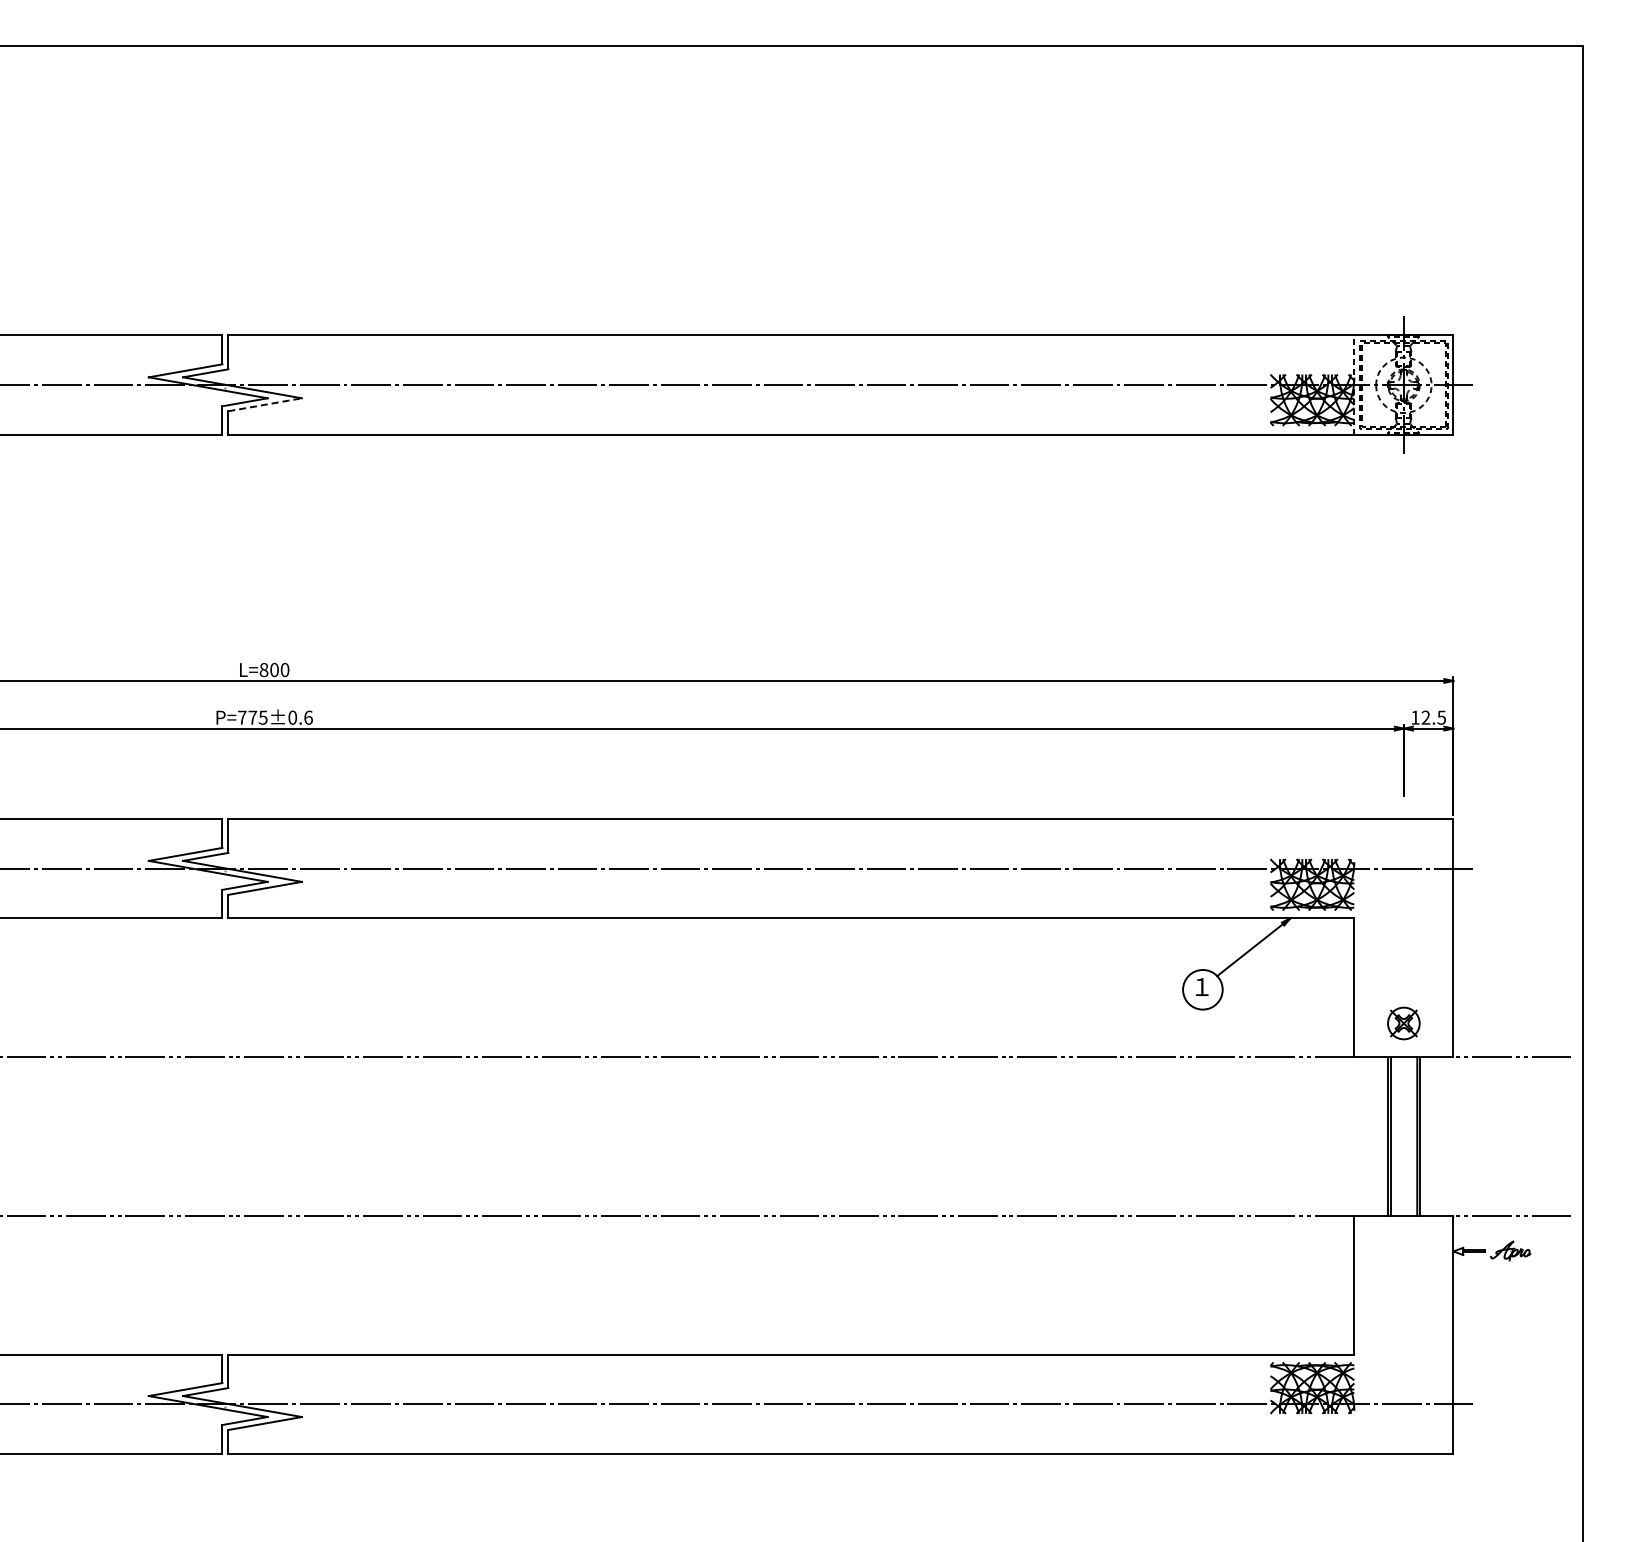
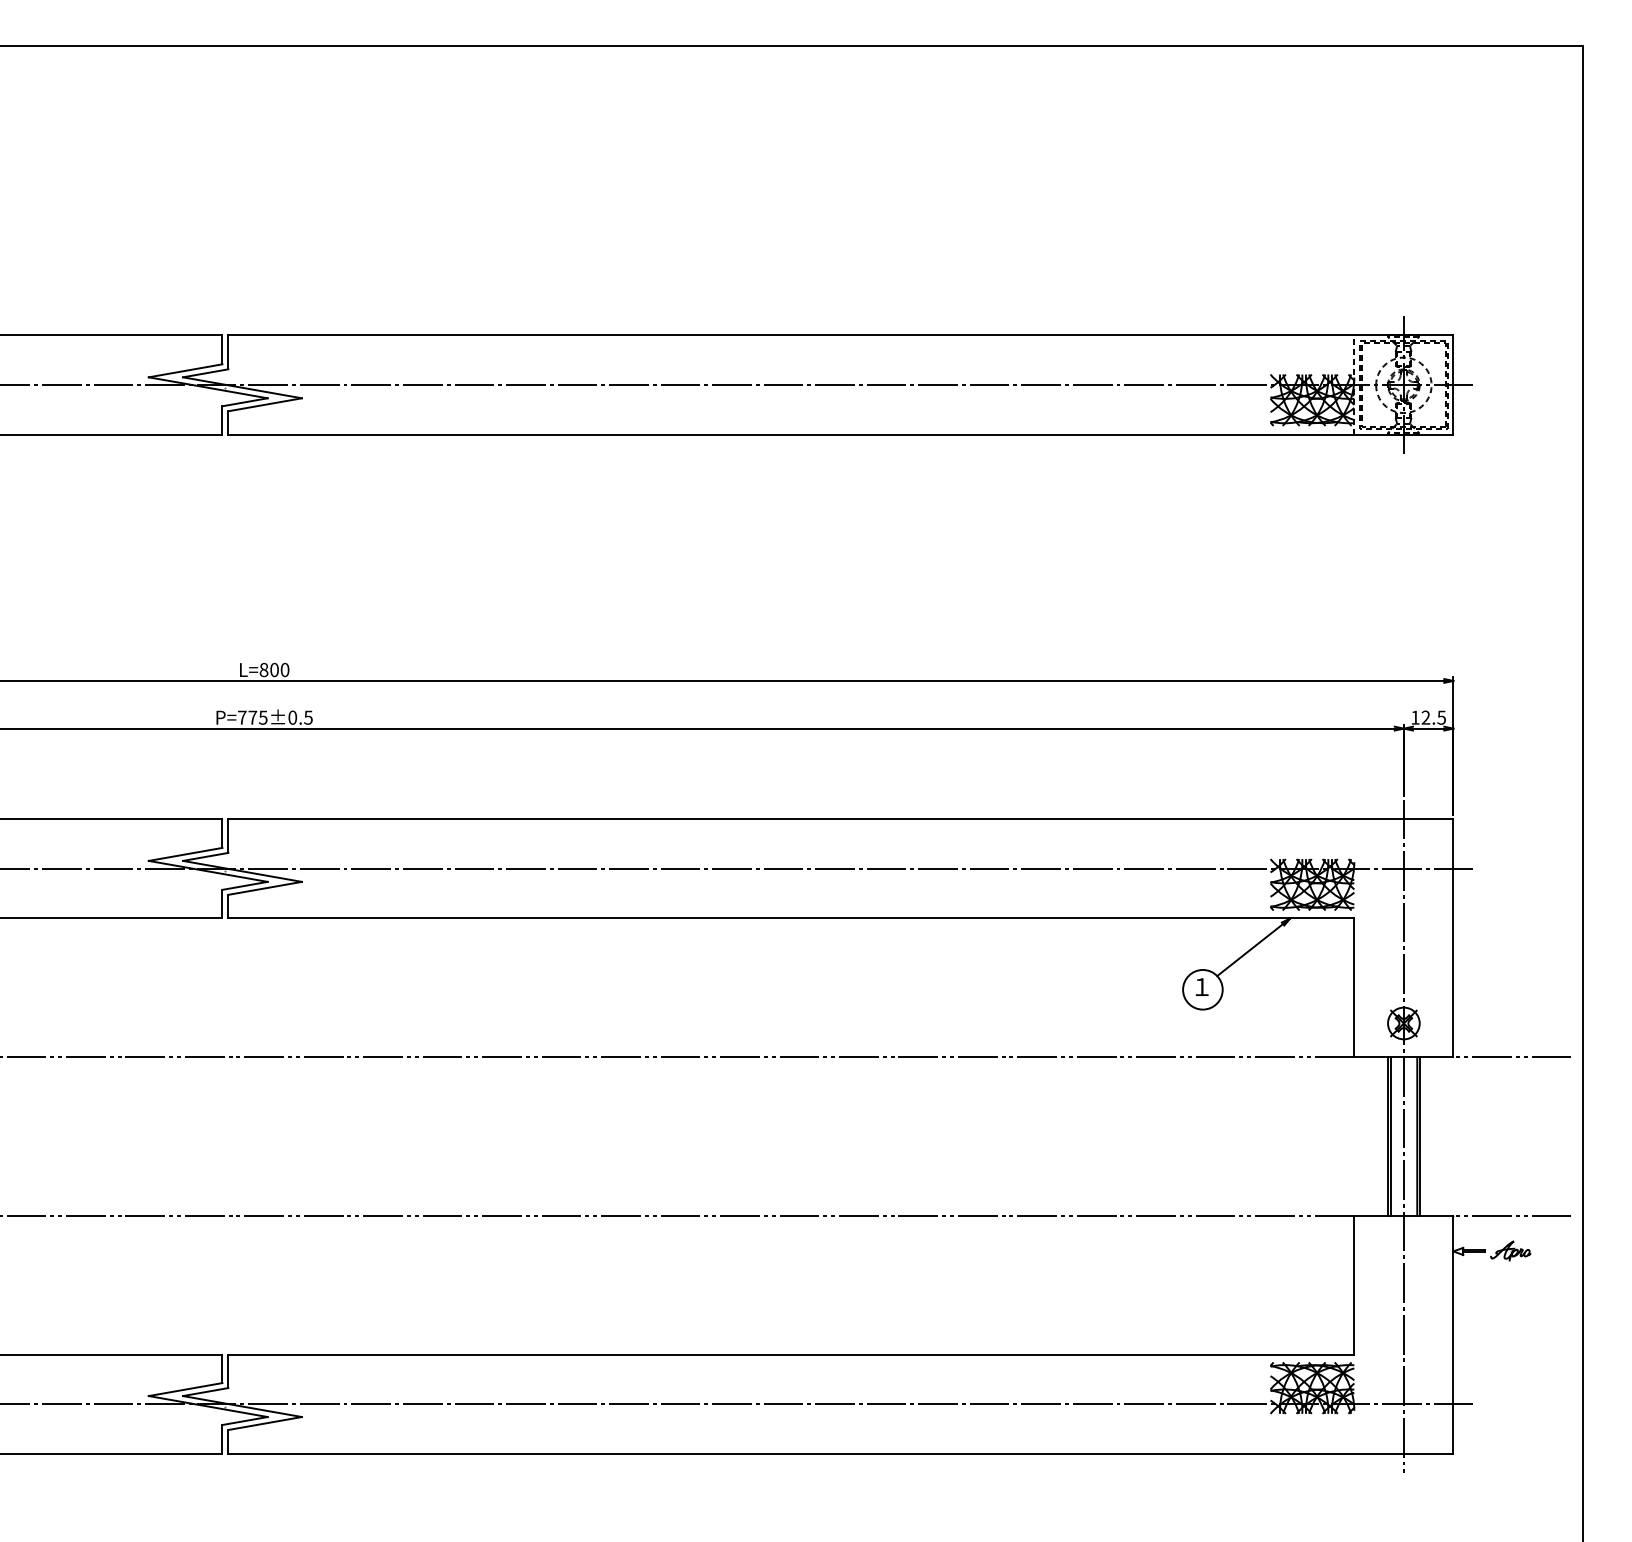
line at (265, 404): dashed -> solid
text at (308, 717): P=775±0.6 -> P=775±0.5
line at (1403, 1136): none -> present
